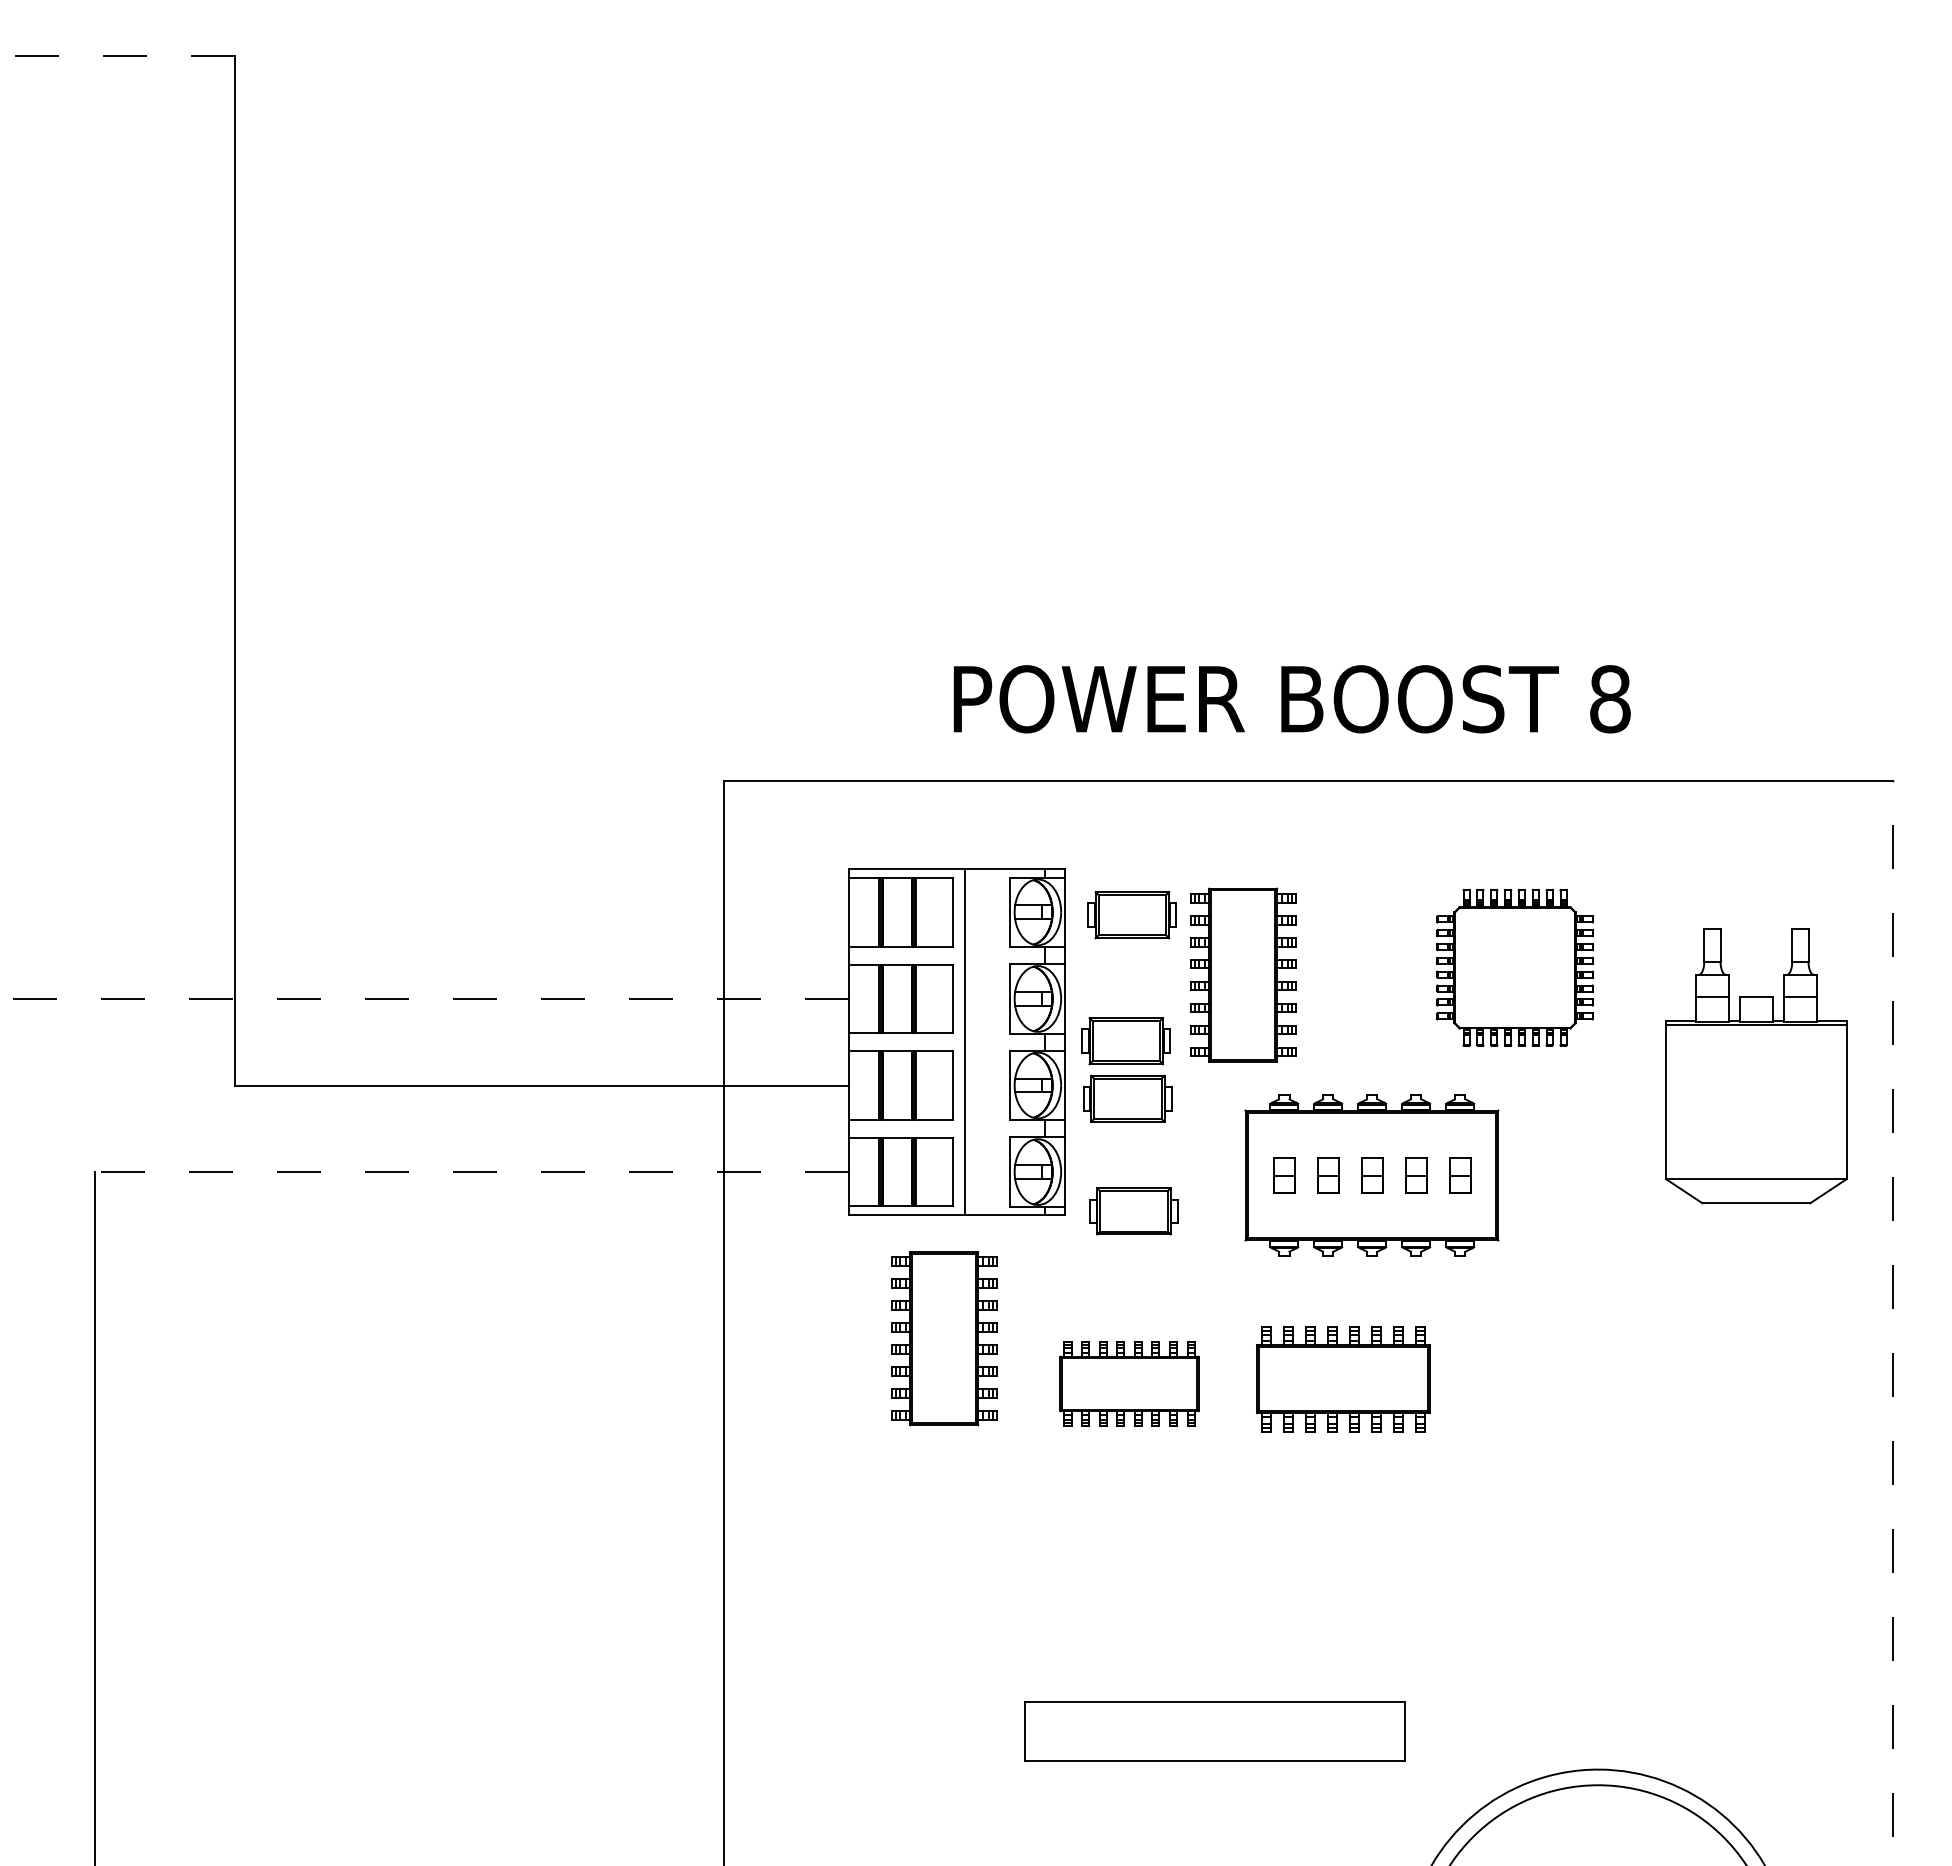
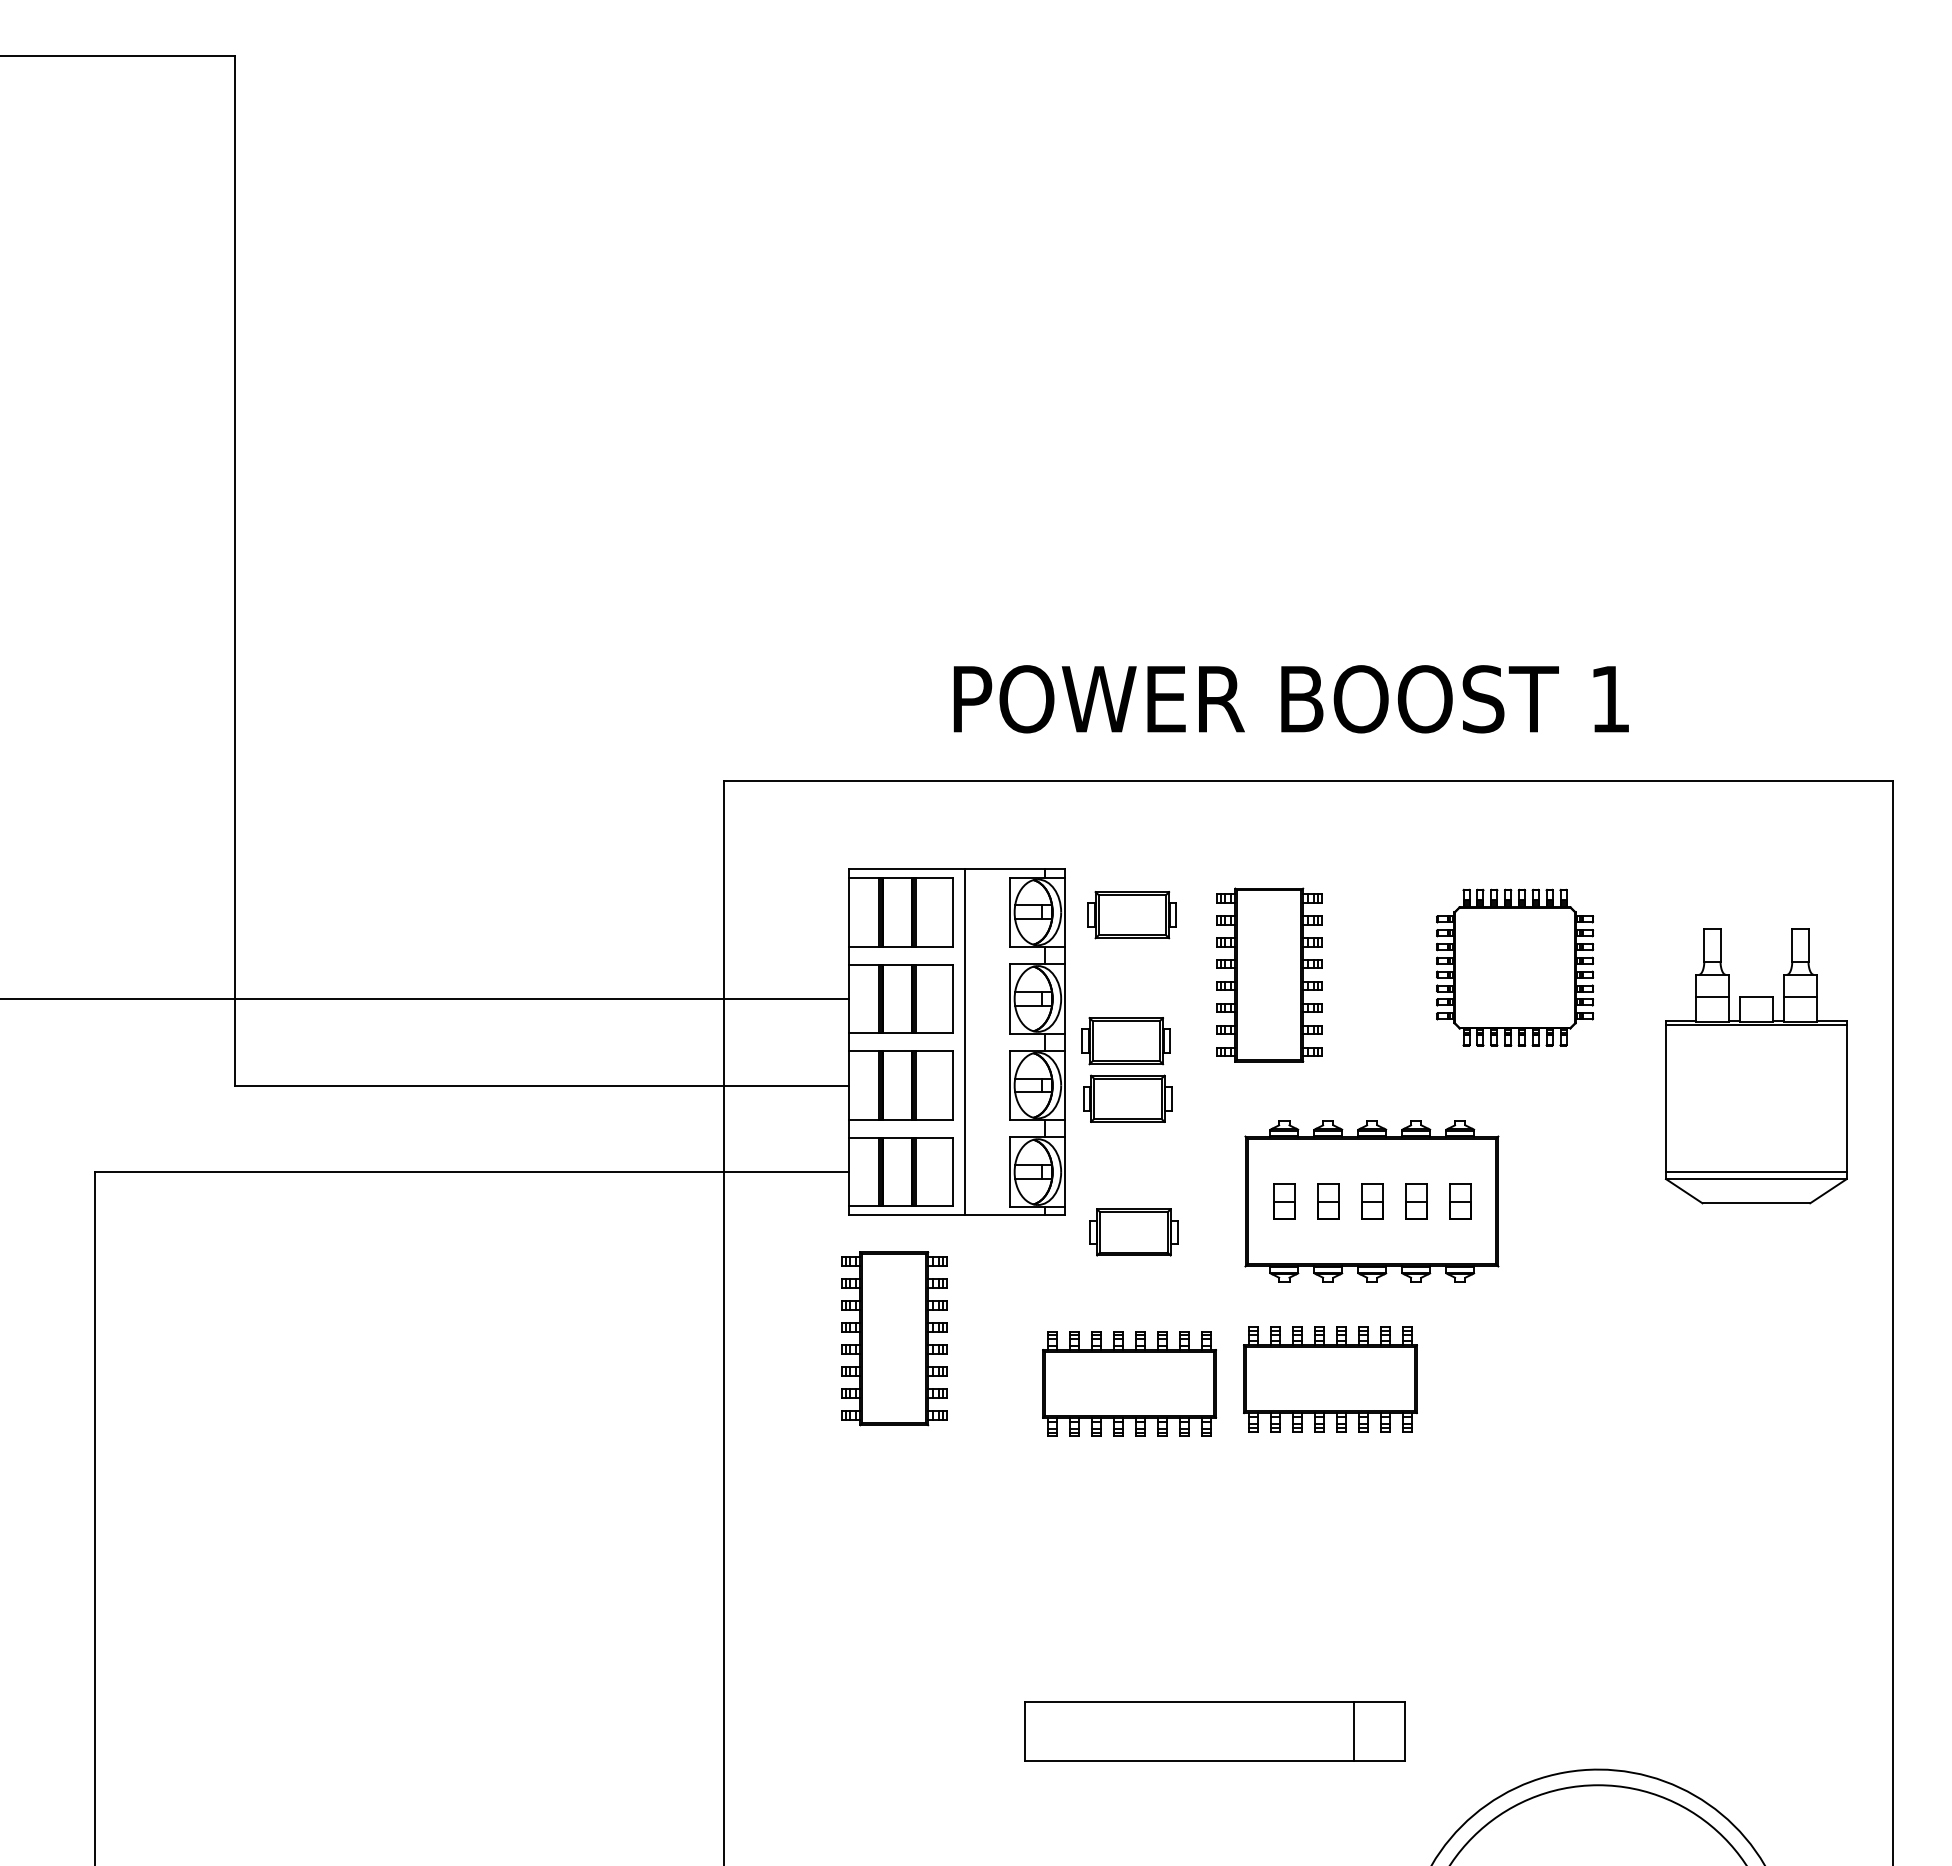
line at (117, 55): dashed -> solid
text at (1610, 699): 8 -> 1
part at (1243, 974) position: (1243, 974) -> (1269, 974)
line at (424, 998): dashed -> solid
line at (1756, 1171): none -> present
line at (472, 1172): dashed -> solid
part at (1371, 1175) position: (1371, 1175) -> (1371, 1201)
part at (1133, 1211) position: (1133, 1211) -> (1133, 1232)
line at (1893, 1323): dashed -> solid
part at (944, 1338) position: (944, 1338) -> (894, 1338)
part at (1343, 1379) position: (1343, 1379) -> (1330, 1379)
part at (1129, 1383) size: 141x86 px -> 175x106 px
line at (1354, 1731): none -> present
